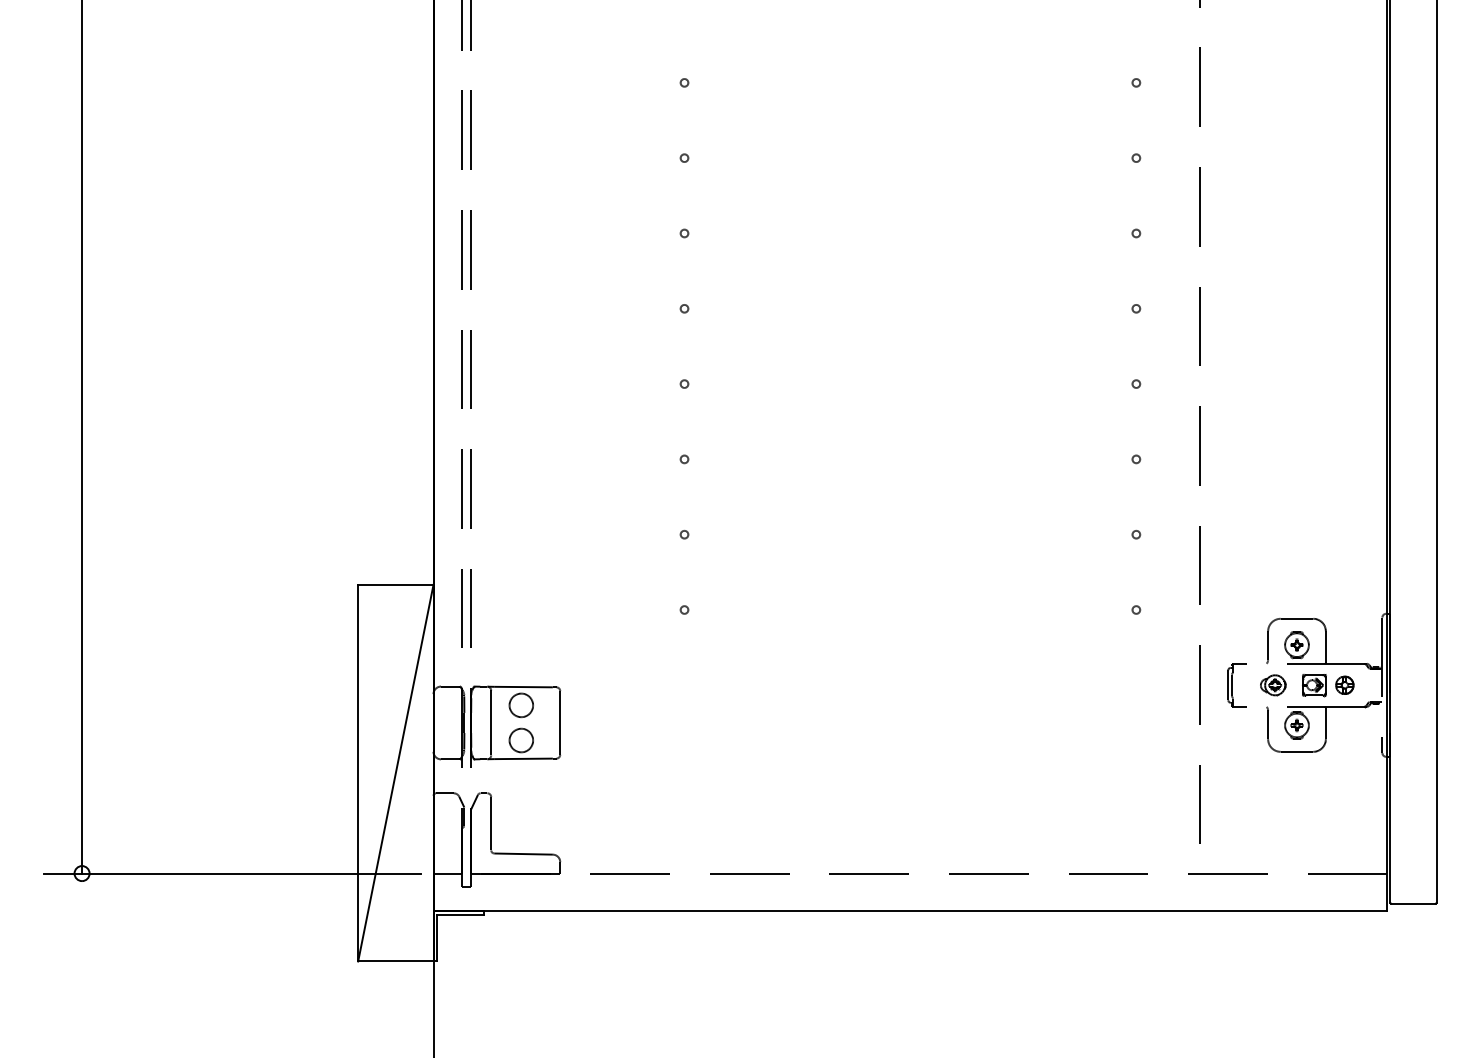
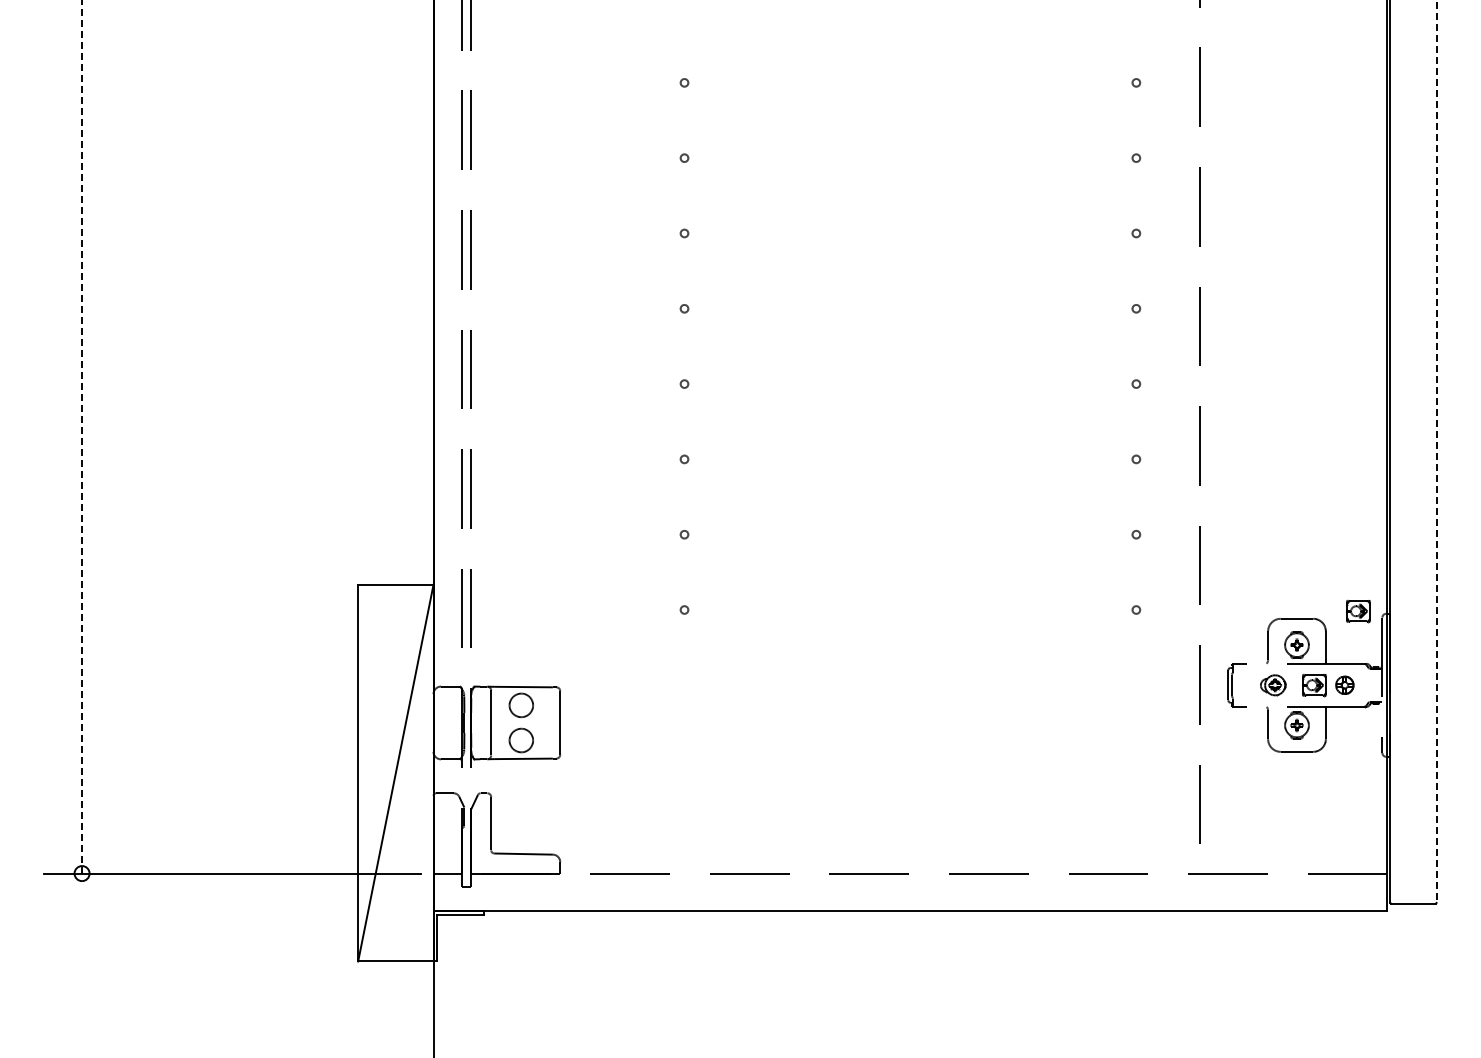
line at (82, 436): solid -> dashed
line at (1436, 452): solid -> dashed
part at (1358, 611): none -> present
